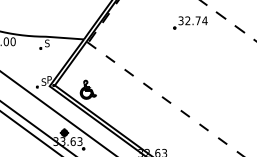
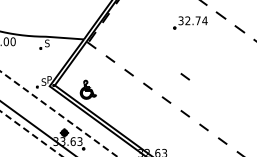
line at (185, 76): none -> present
line at (58, 114): solid -> dashed
line at (32, 134): solid -> dashed
